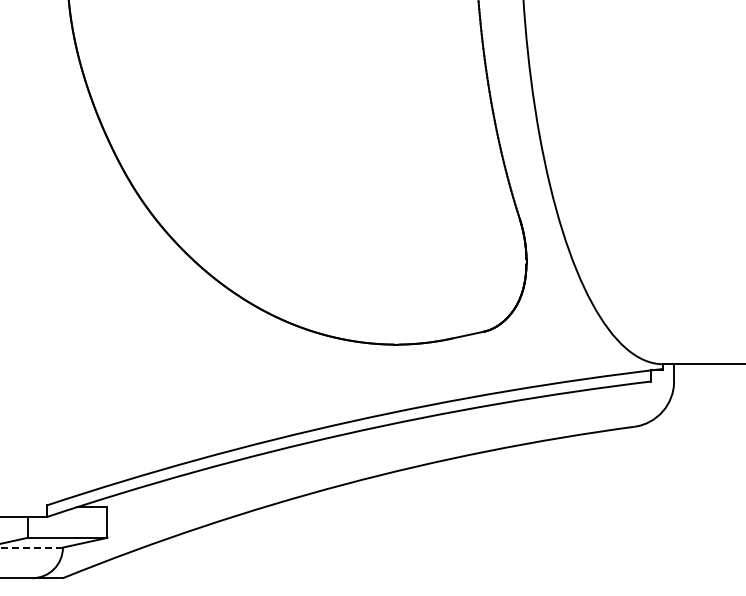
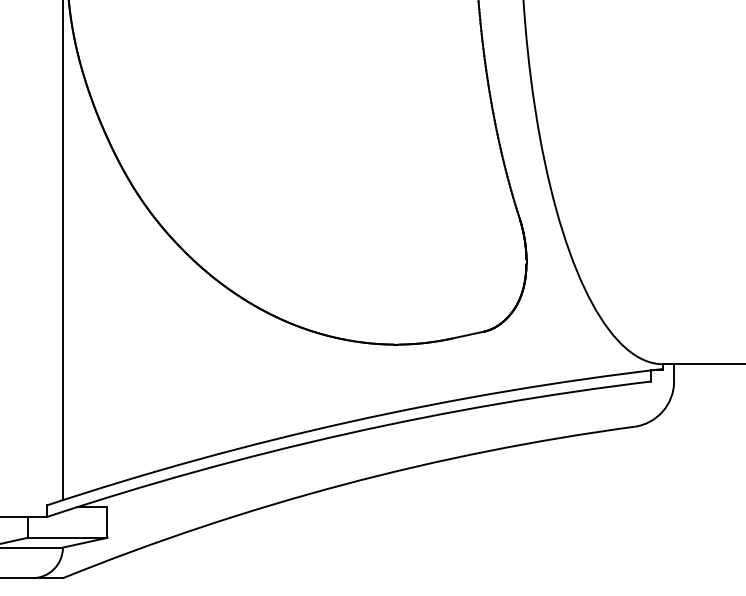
line at (62, 251): none -> present
line at (31, 547): dashed -> solid
